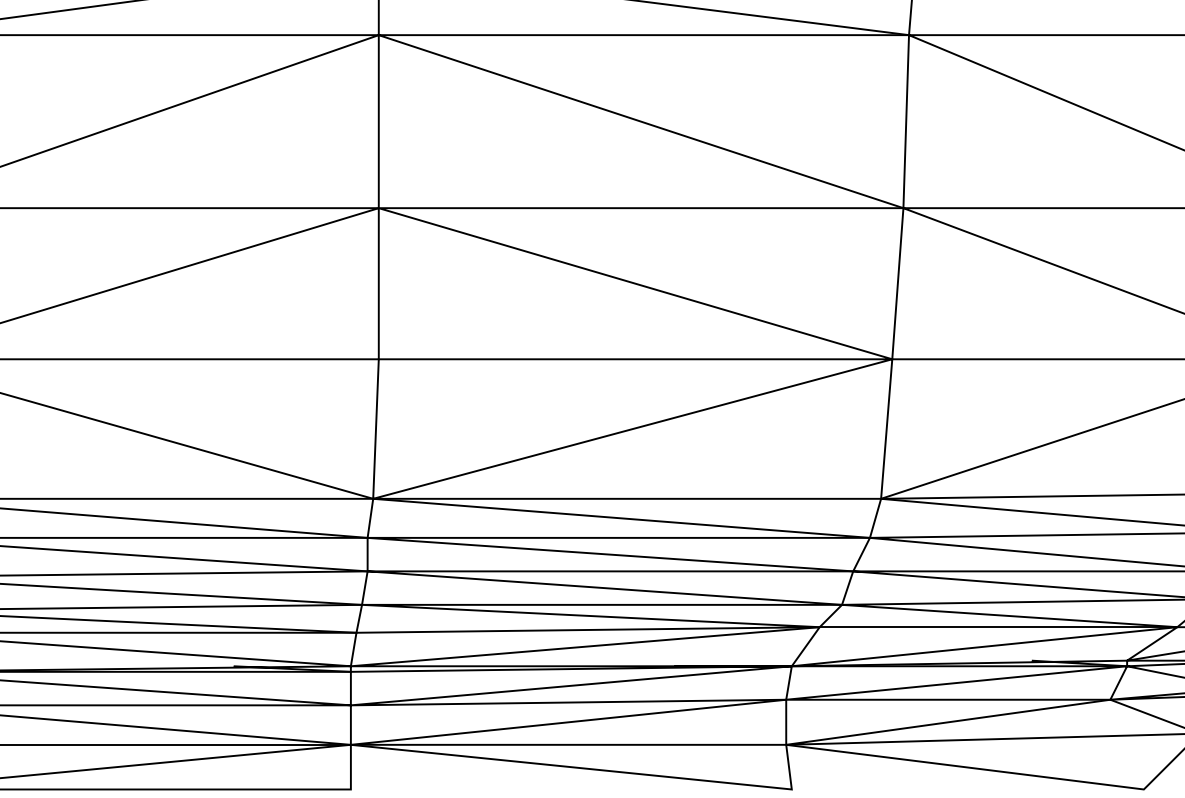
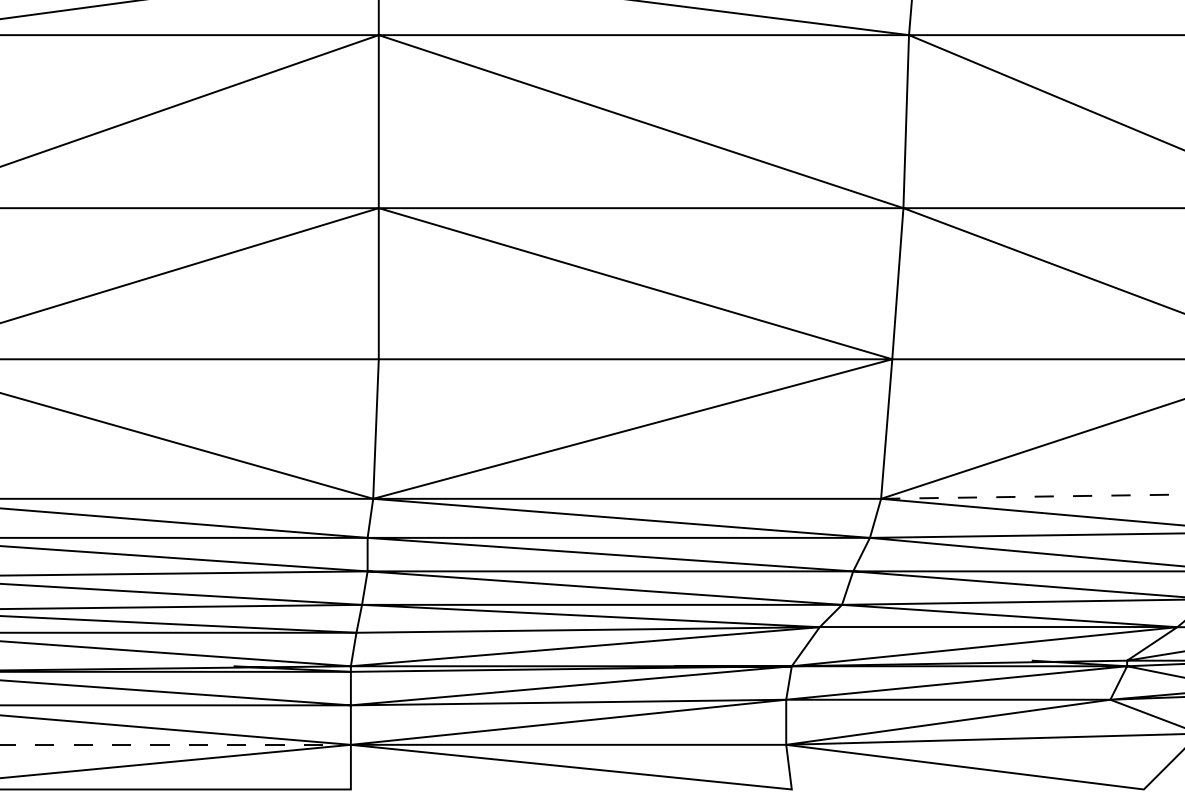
line at (1032, 496): solid -> dashed
line at (176, 744): solid -> dashed
